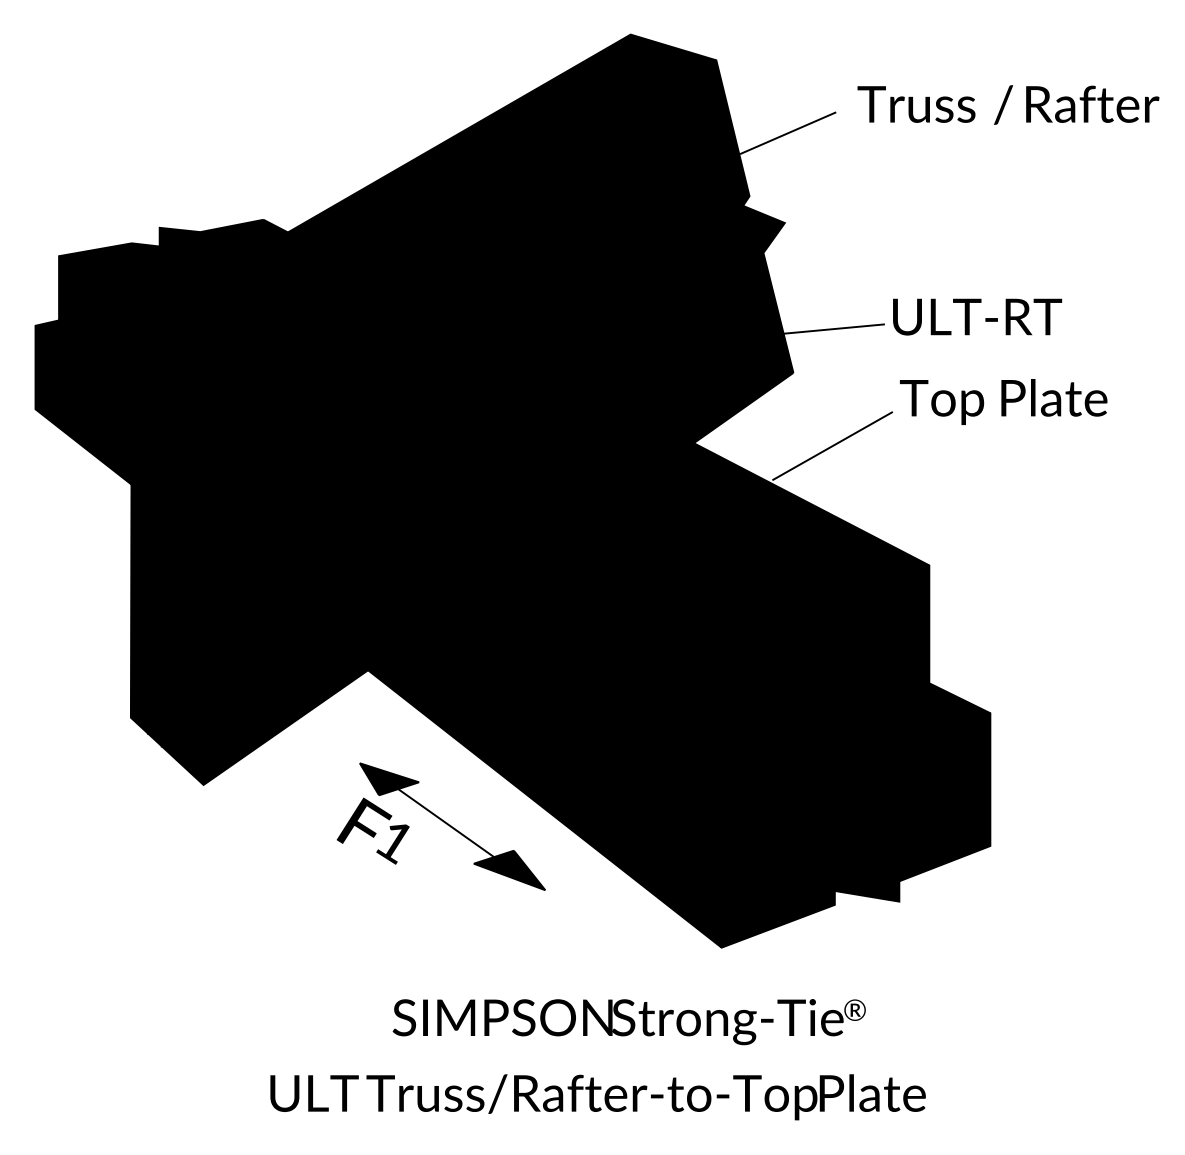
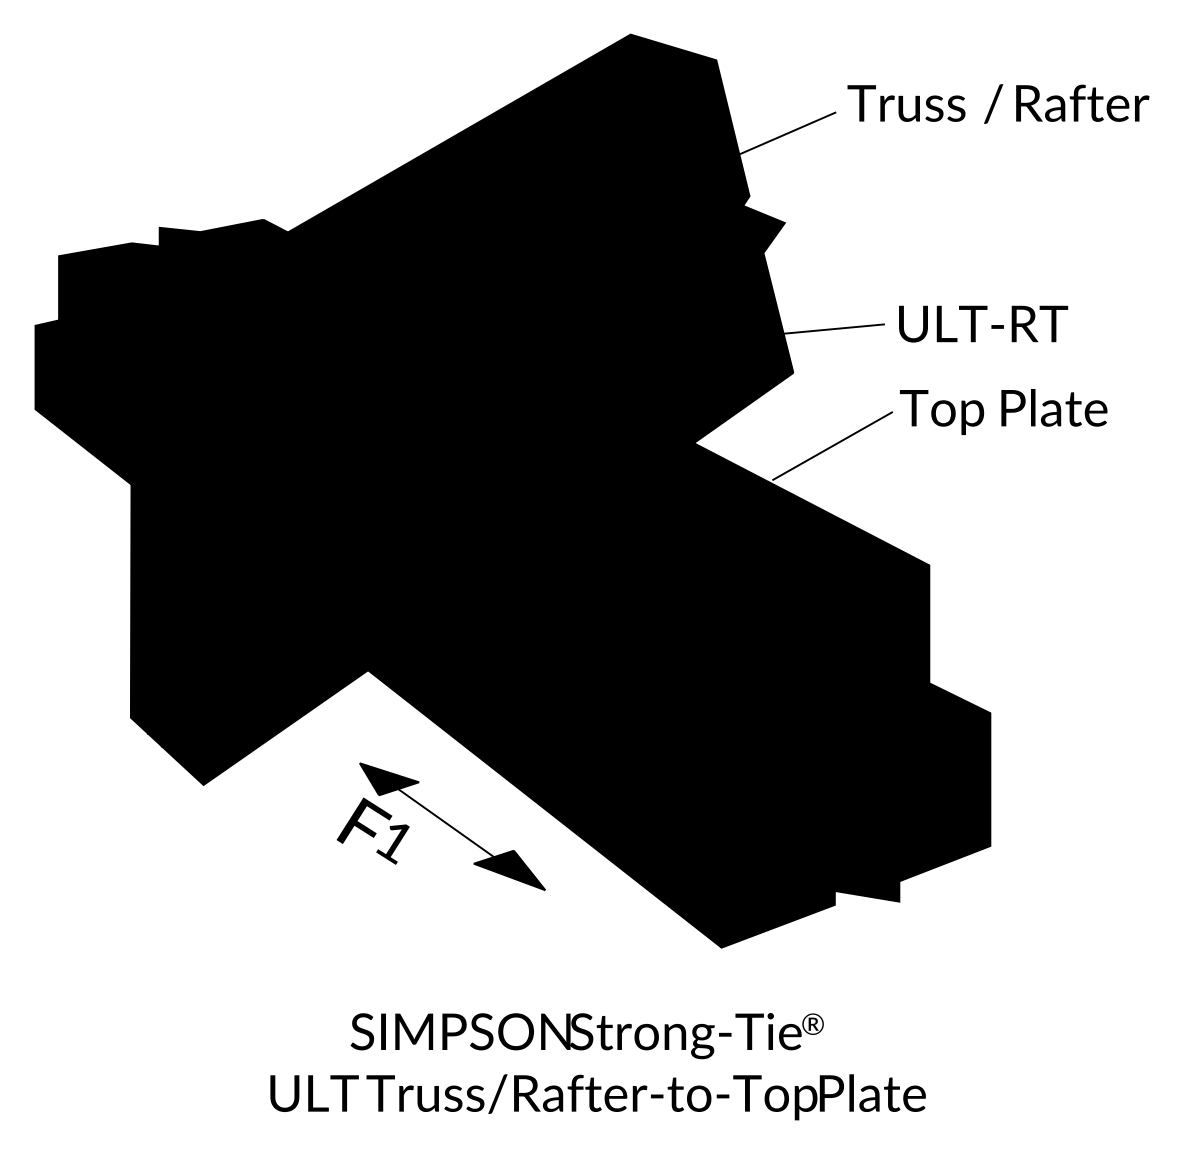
text at (1008, 104) position: (1008, 104) -> (998, 103)
text at (977, 316) position: (977, 316) -> (983, 323)
text at (1003, 401) position: (1003, 401) -> (1003, 411)
text at (628, 1022) position: (628, 1022) -> (586, 1036)
